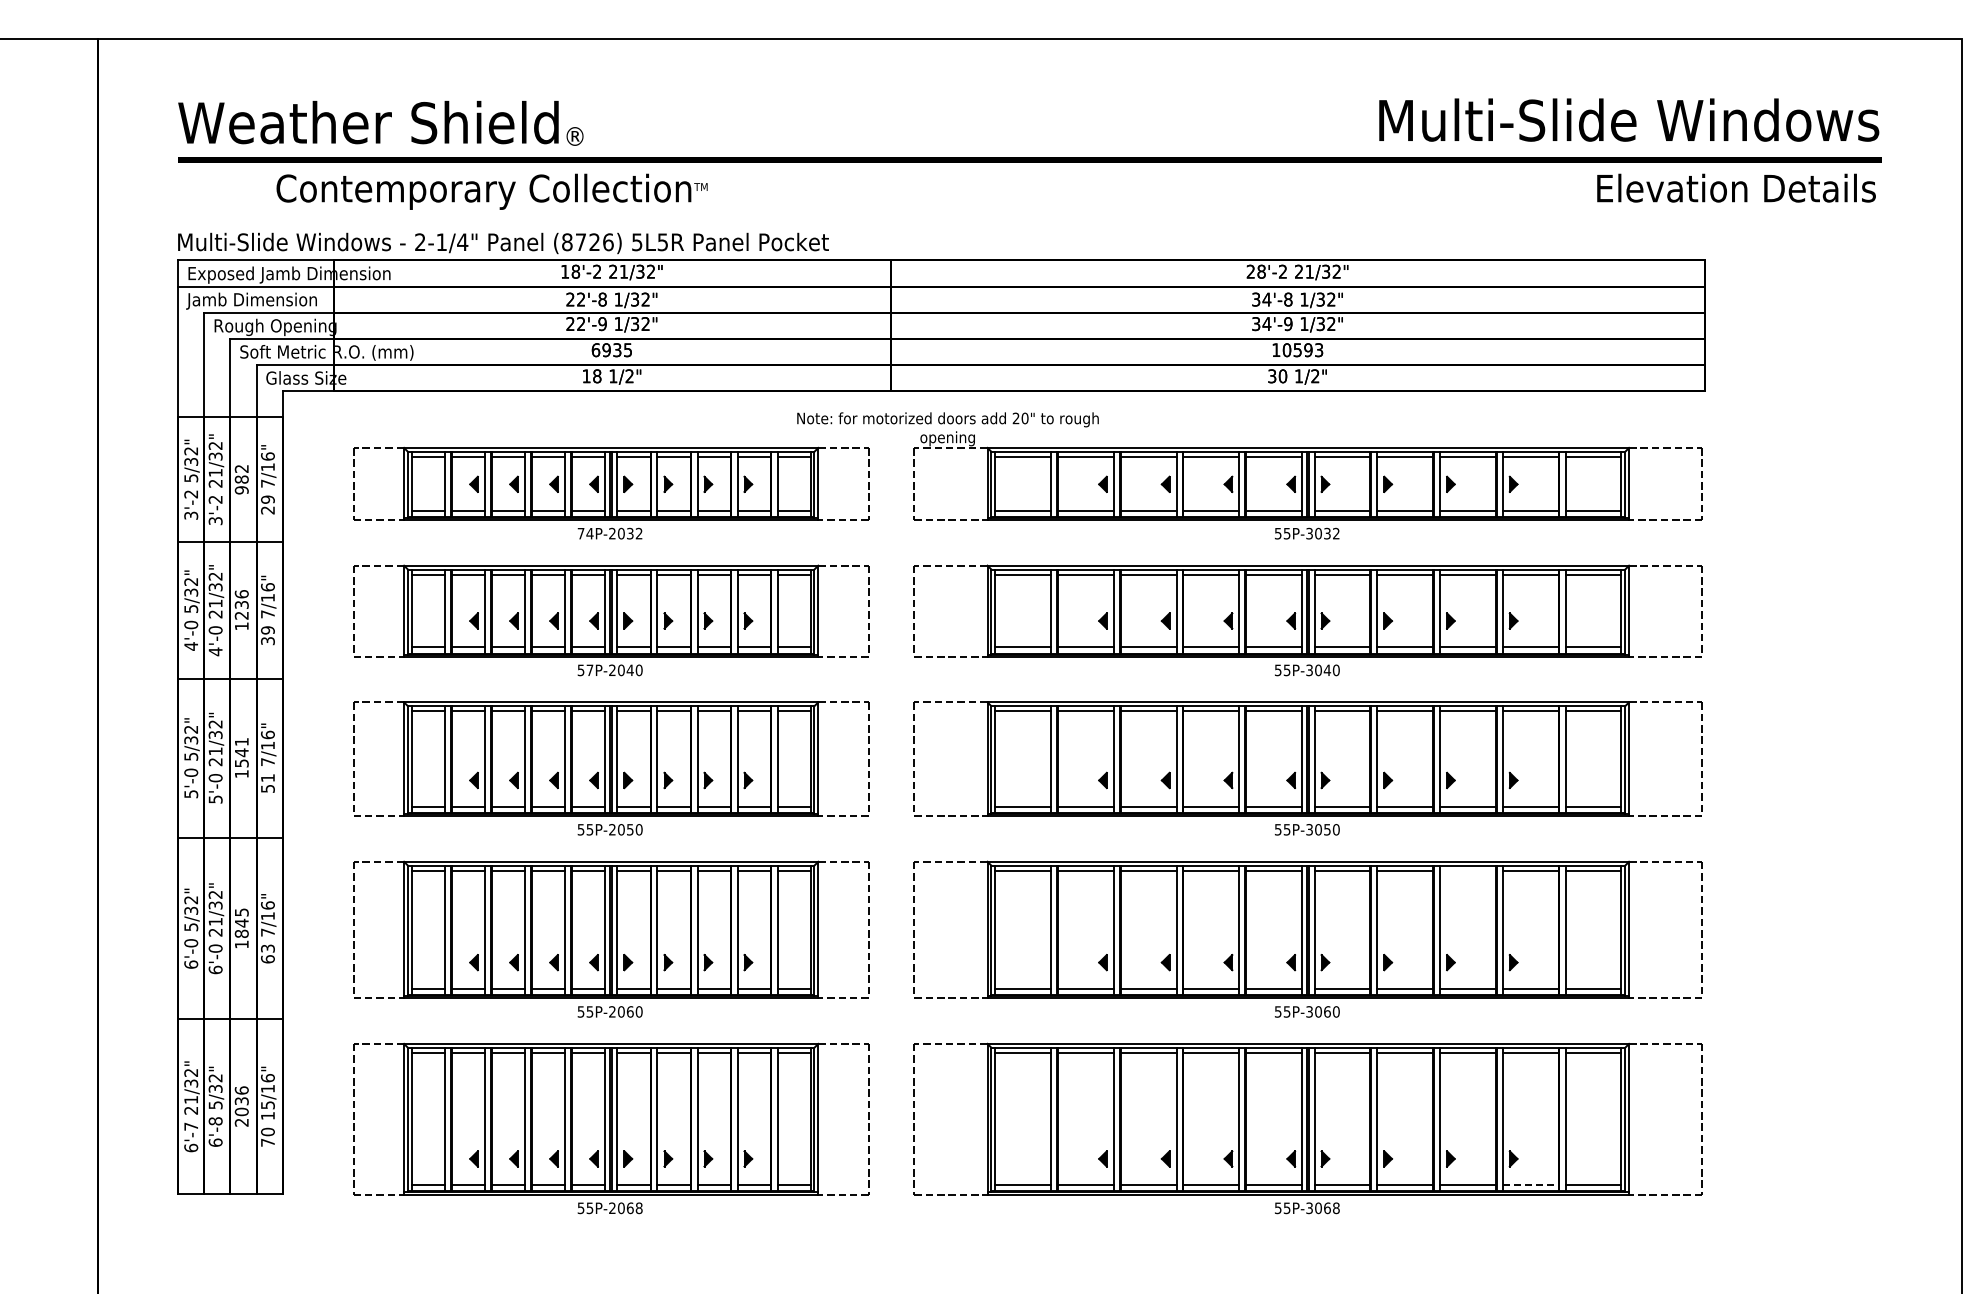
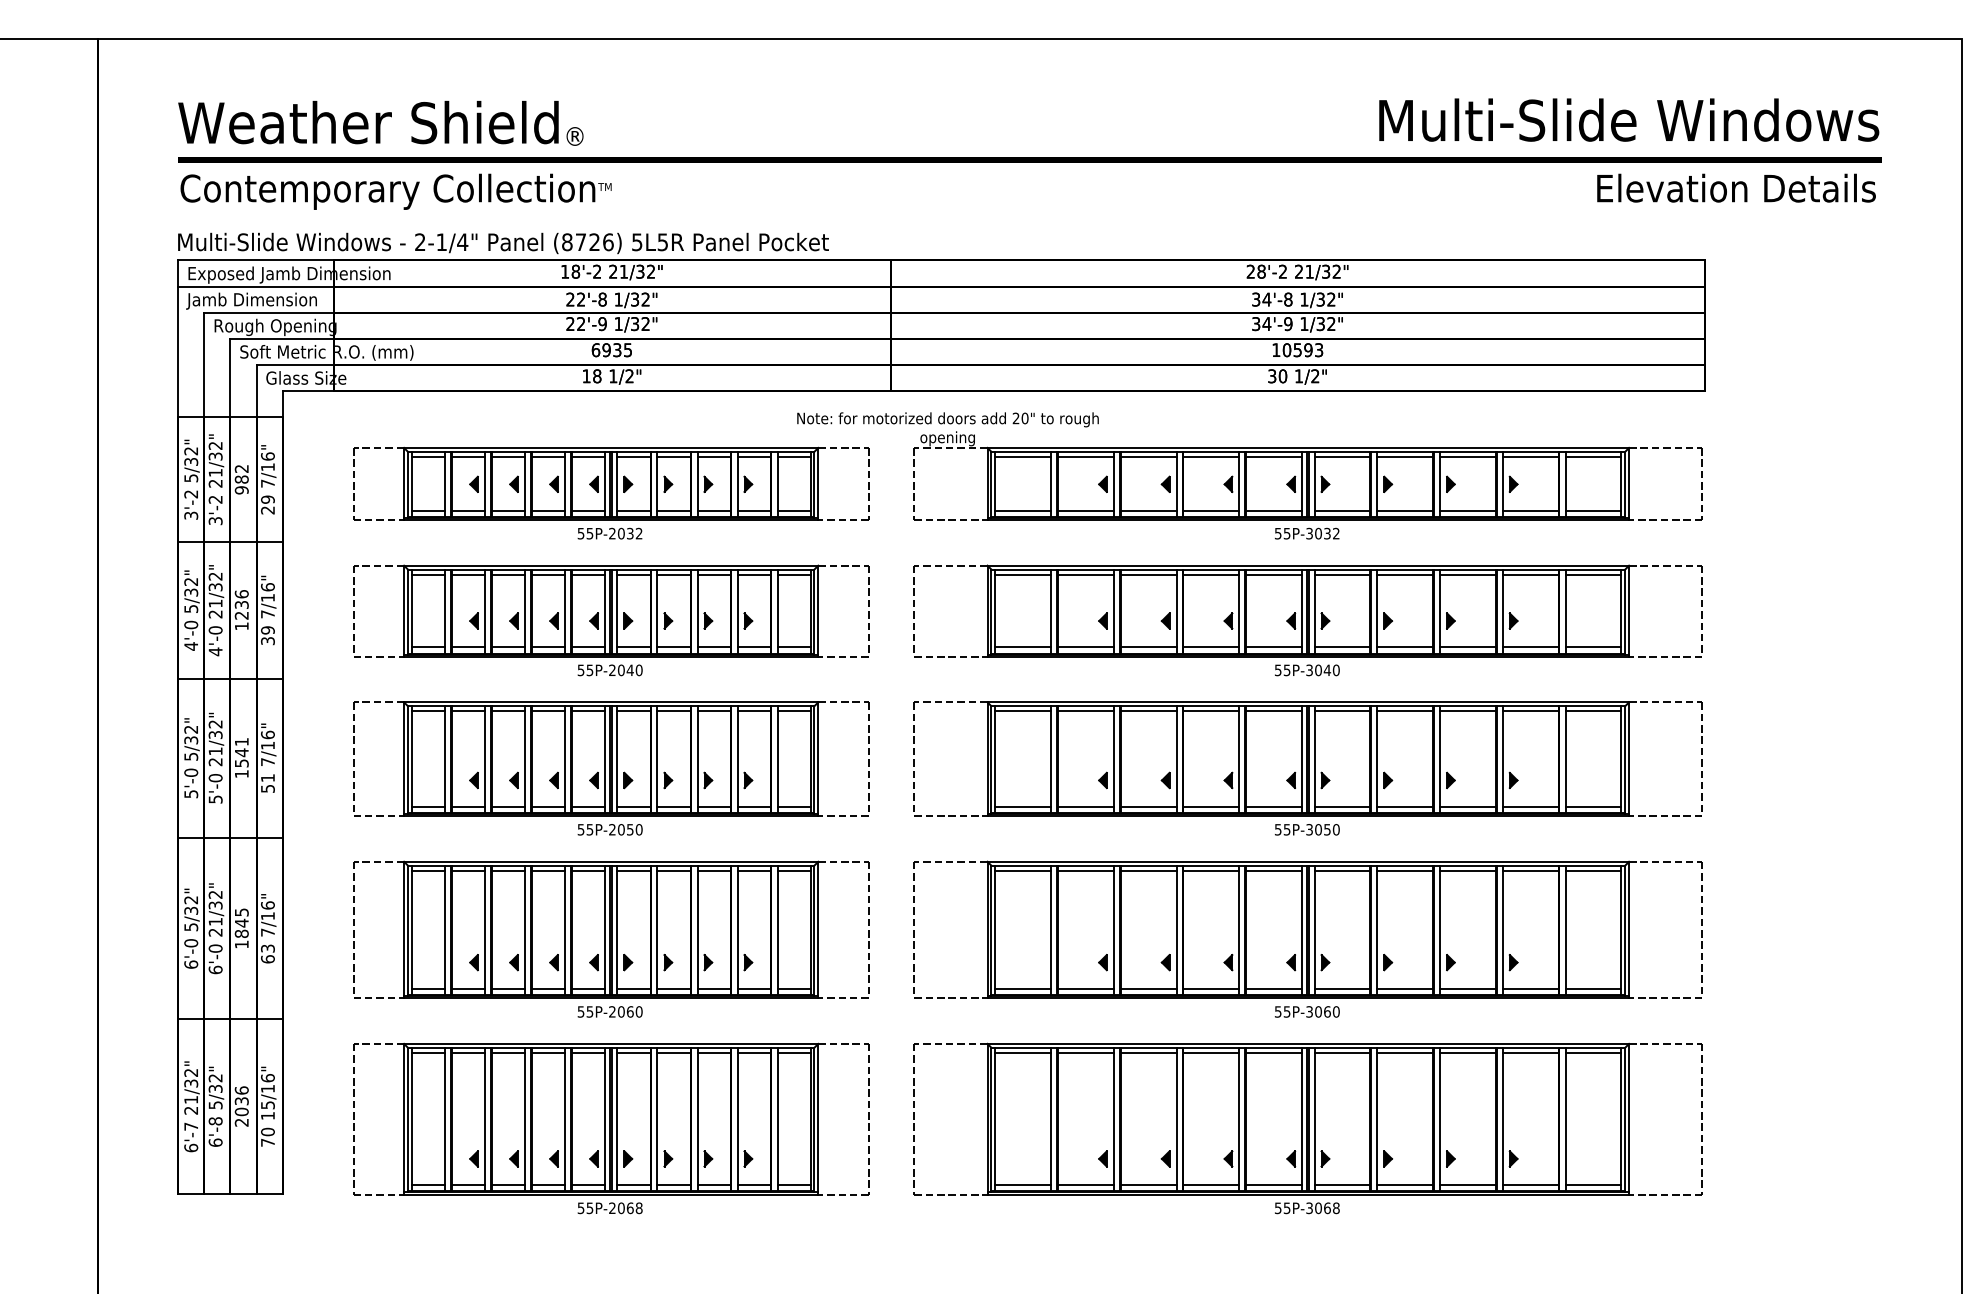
text at (491, 191) position: (491, 191) -> (395, 191)
text at (585, 533): 74P-2032 -> 55P-2032
text at (589, 670): 57P-2040 -> 55P-2040
line at (1467, 870): none -> present
line at (1530, 1185): dashed -> solid
